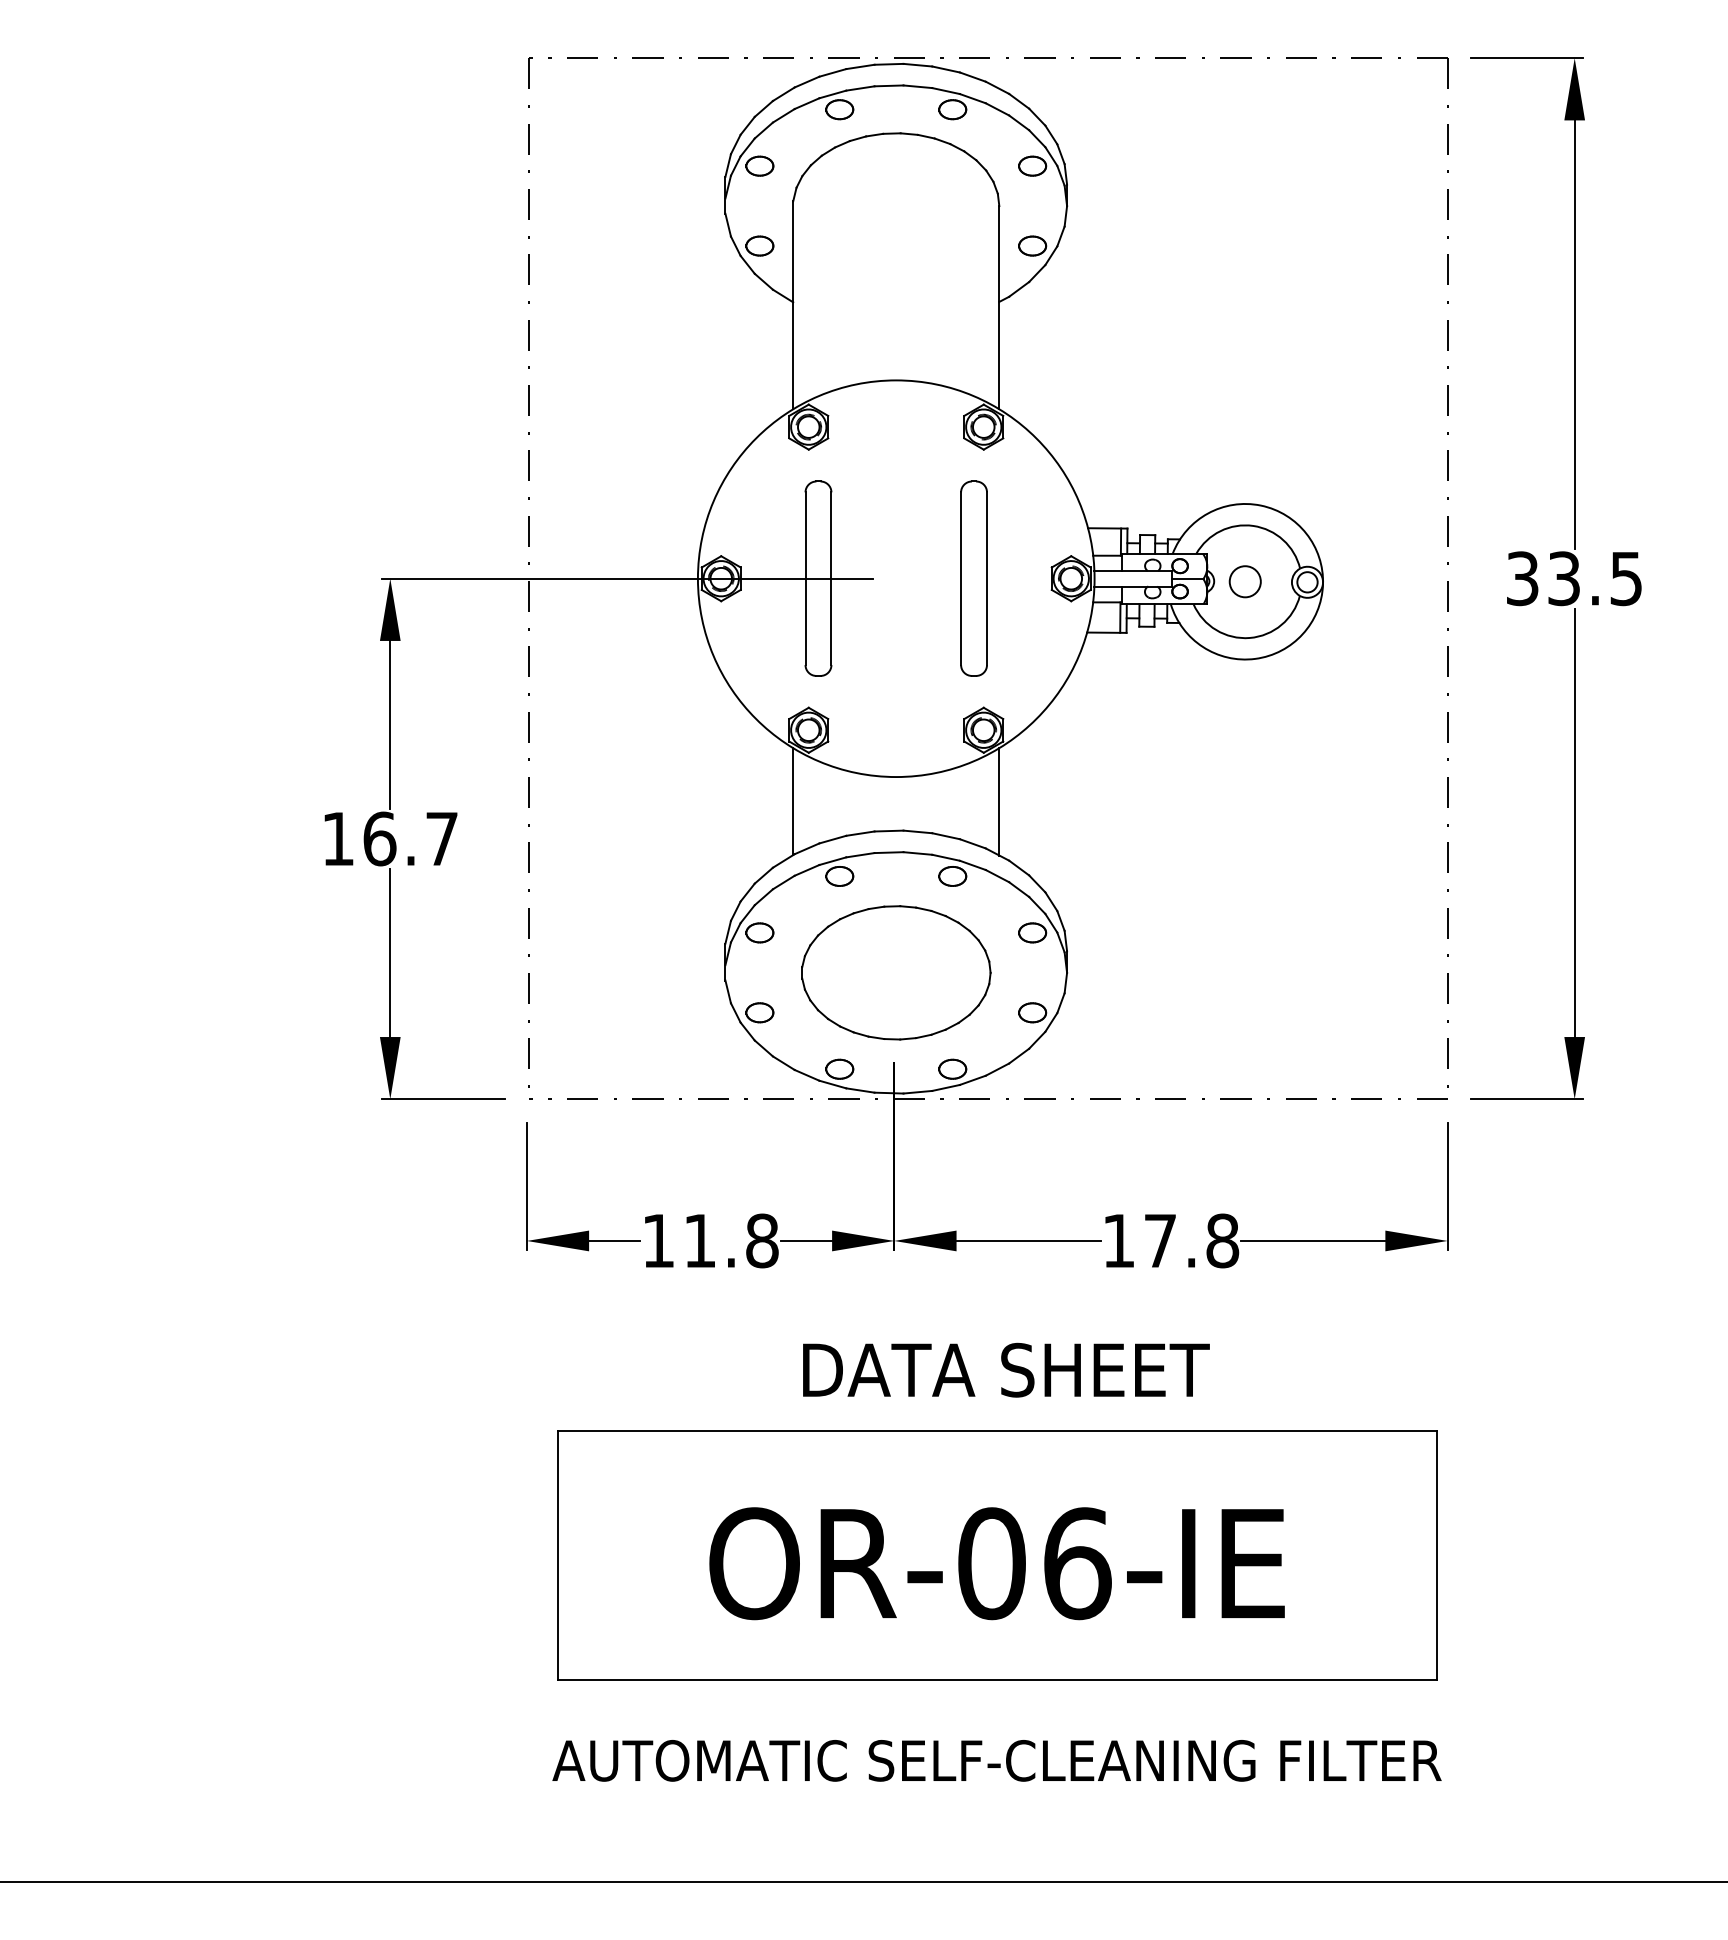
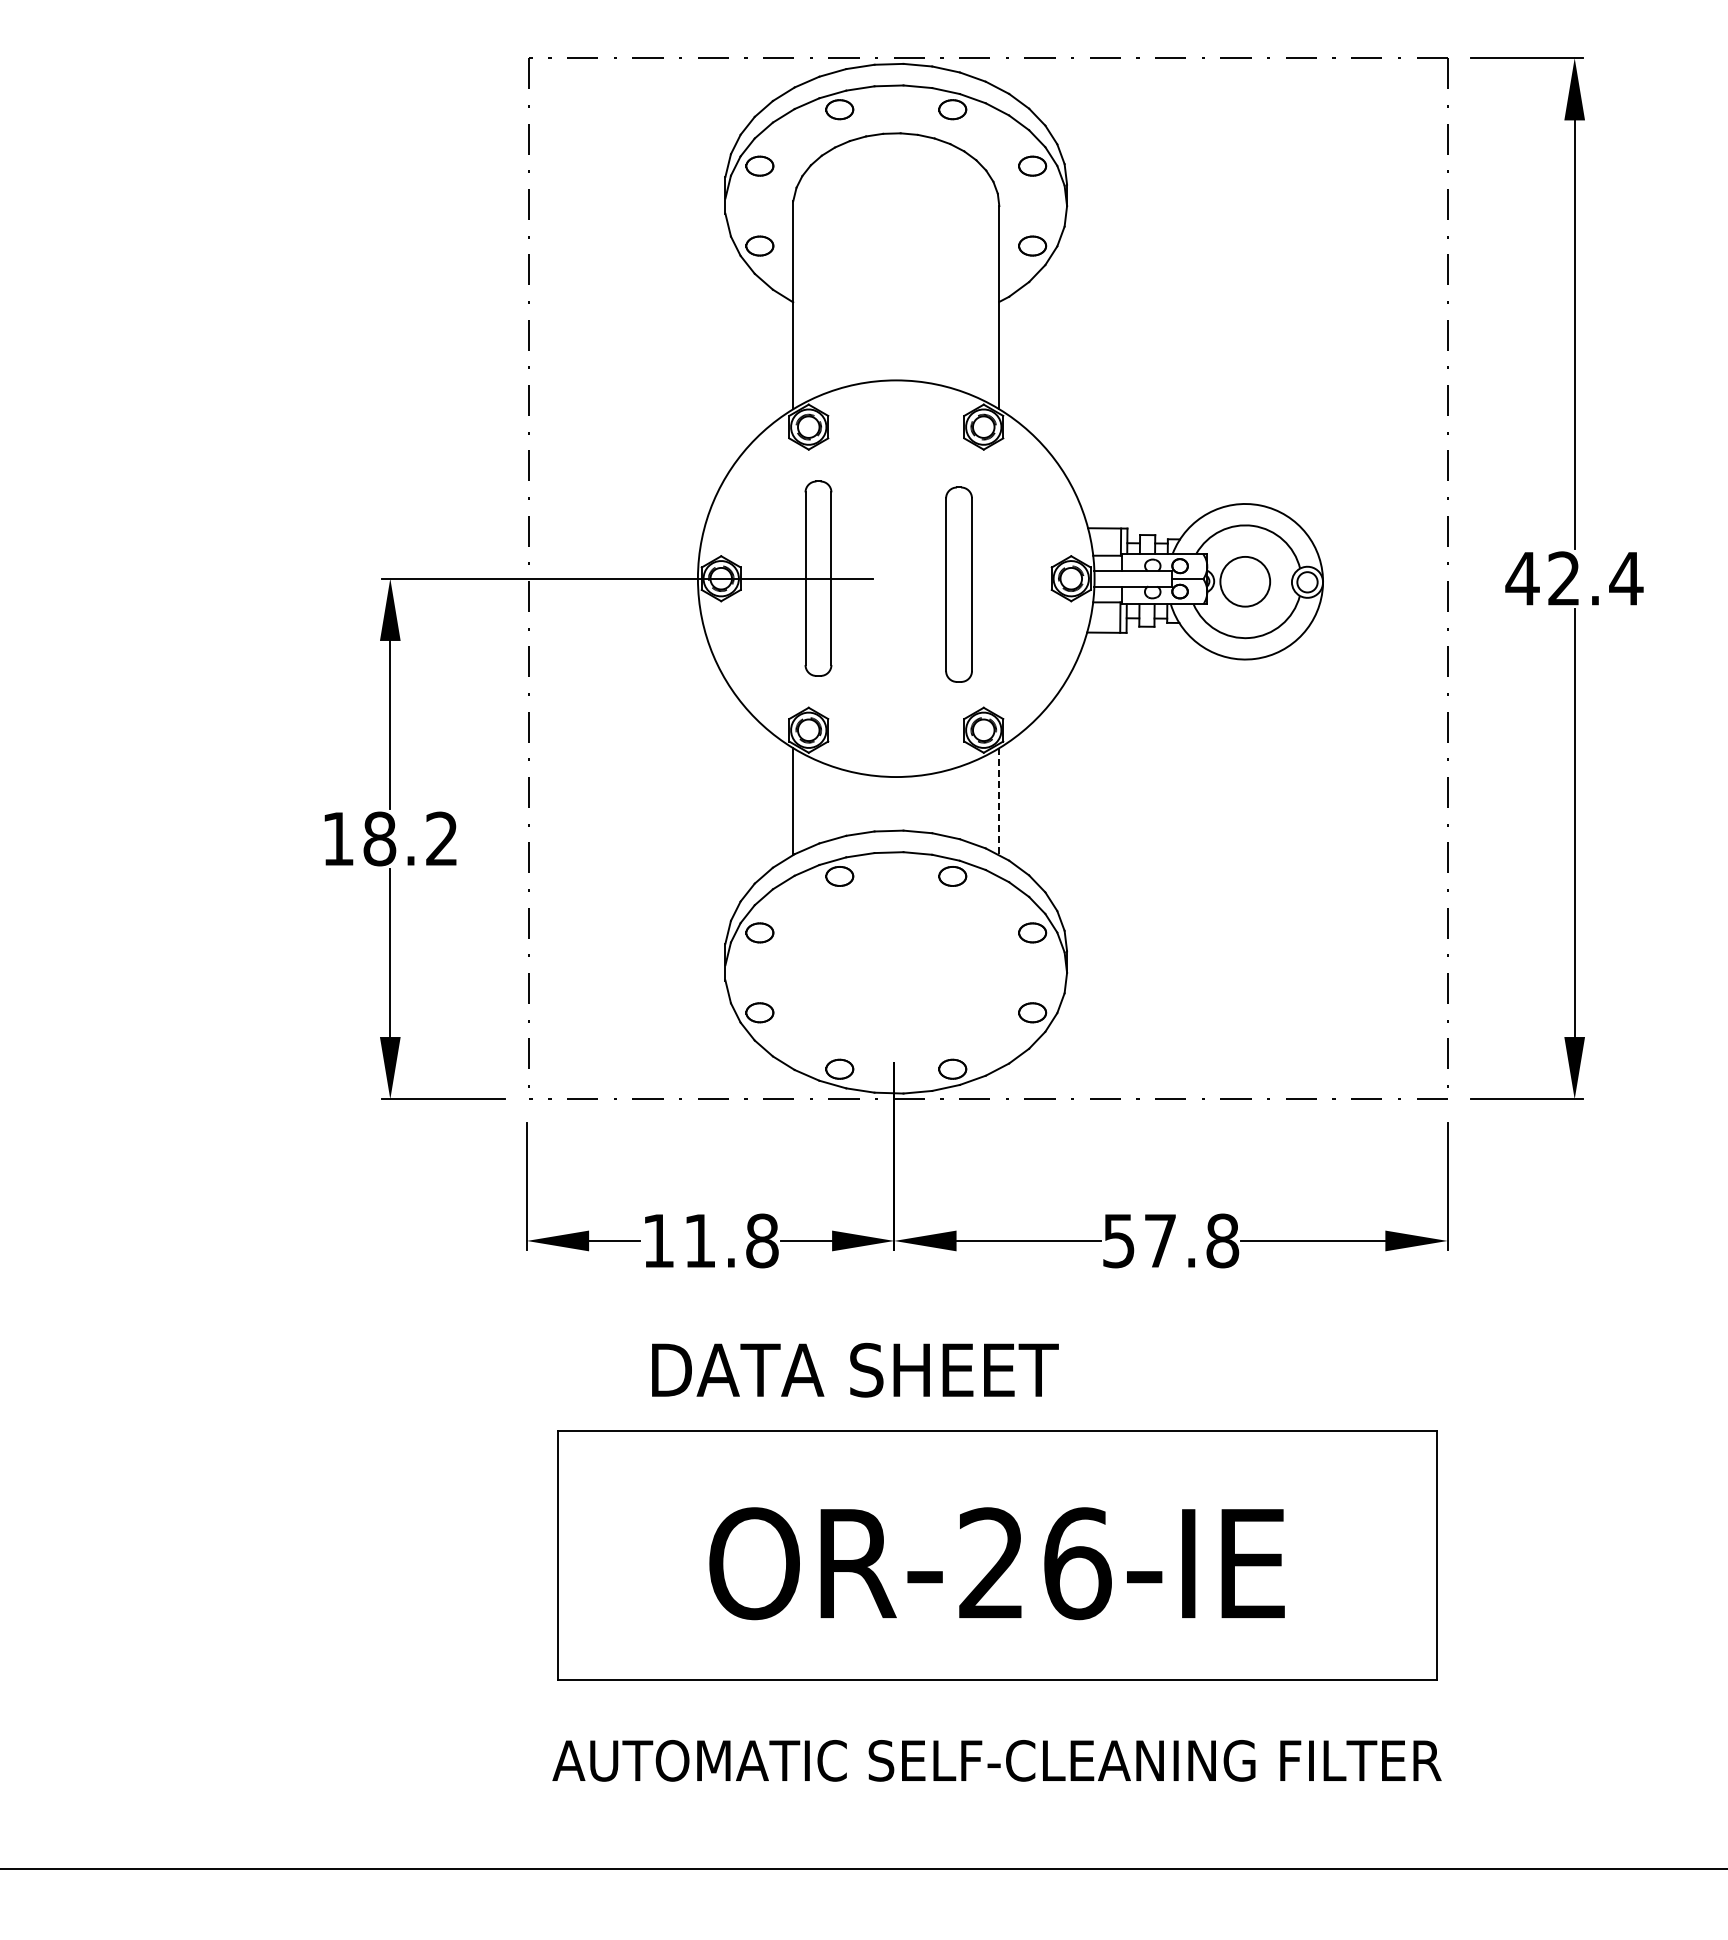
part at (973, 578) position: (973, 578) -> (958, 584)
text at (1574, 578): 33.5 -> 42.4
circle at (1244, 581) diameter: 31 px -> 50 px
line at (999, 801): solid -> dashed
text at (410, 838): 16.7 -> 18.2
part at (896, 972): present -> none
text at (1118, 1241): 17.8 -> 57.8
text at (1006, 1369) position: (1006, 1369) -> (855, 1369)
text at (991, 1563): OR-06-IE -> OR-26-IE
line at (863, 1881) position: (863, 1881) -> (863, 1868)
